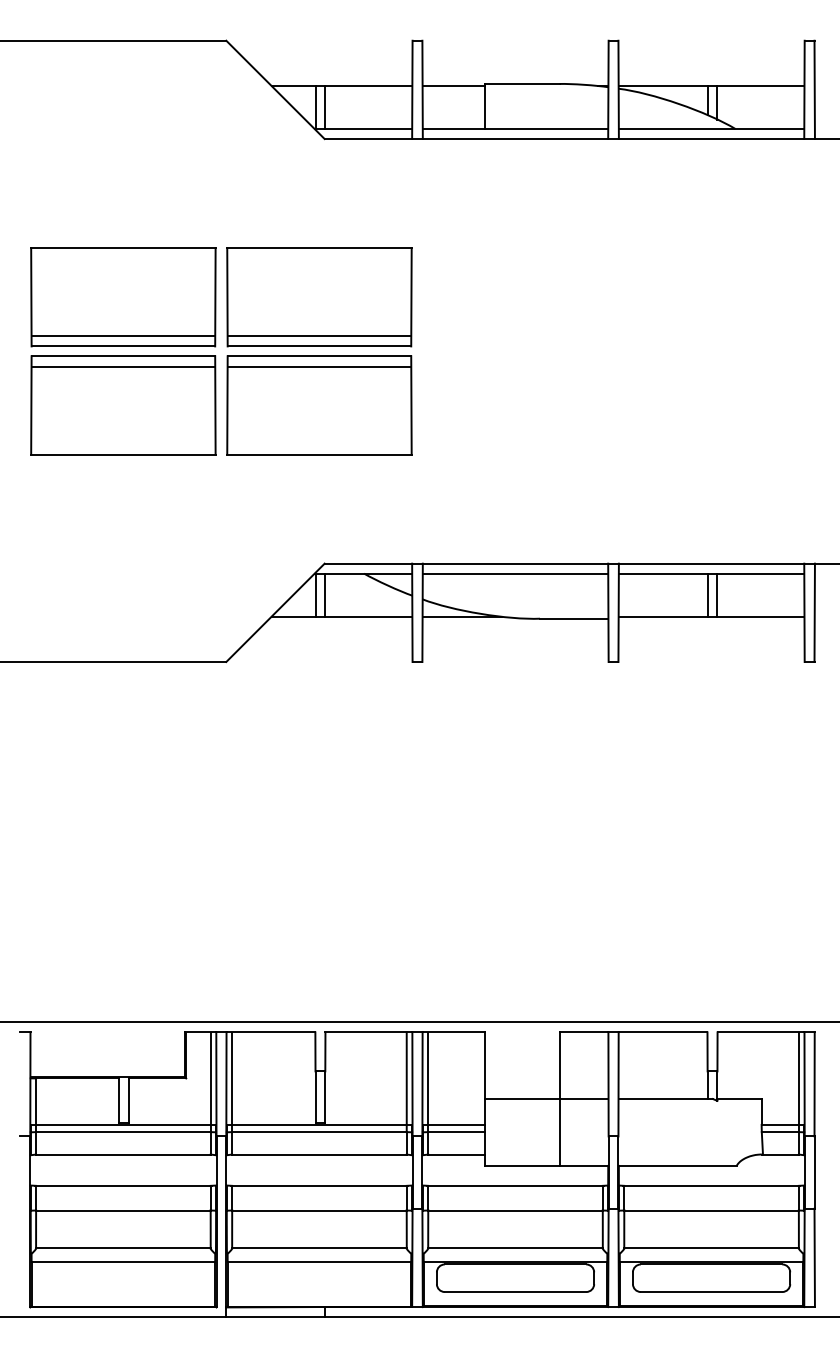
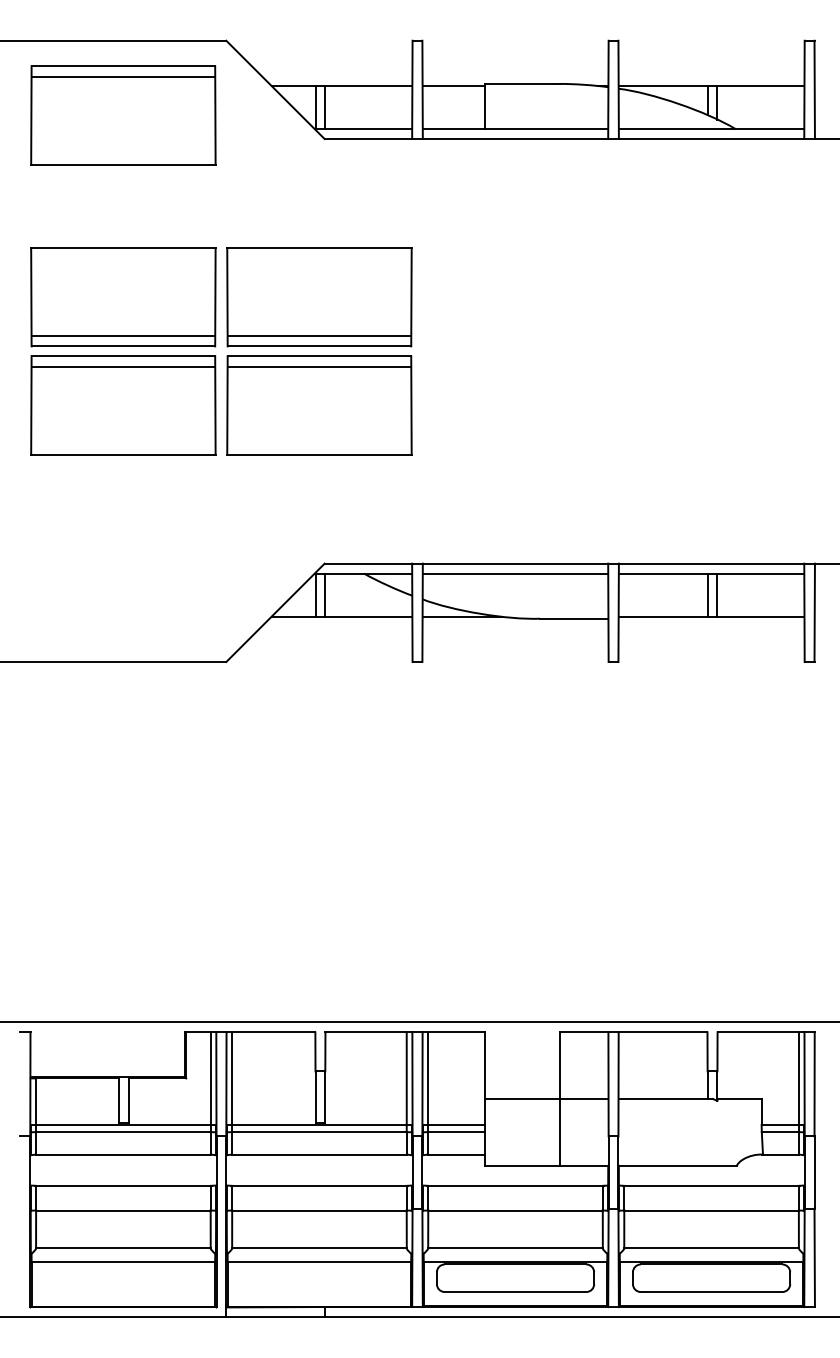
part at (123, 115): none -> present
